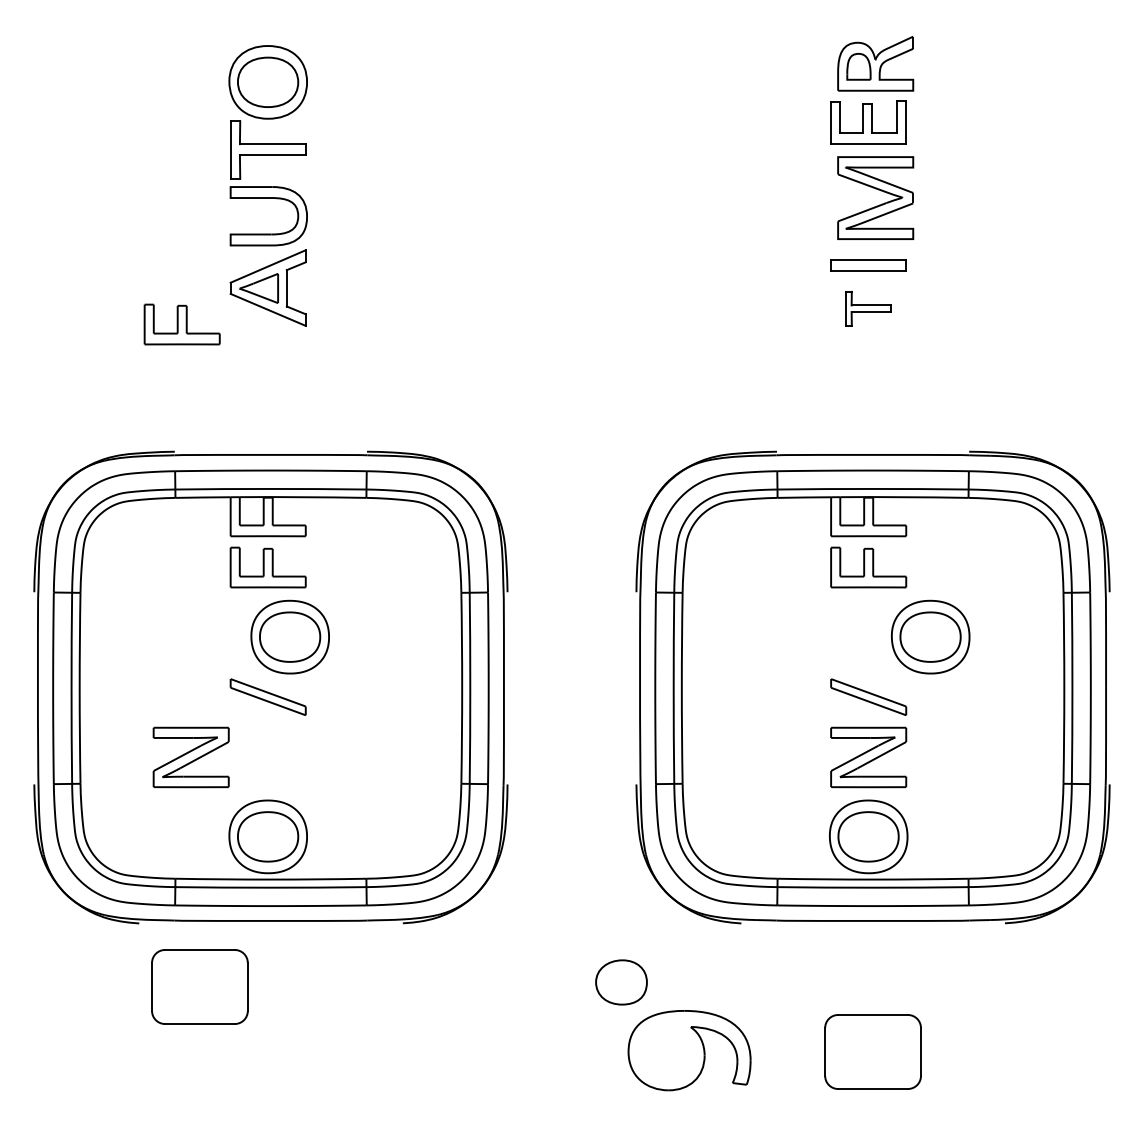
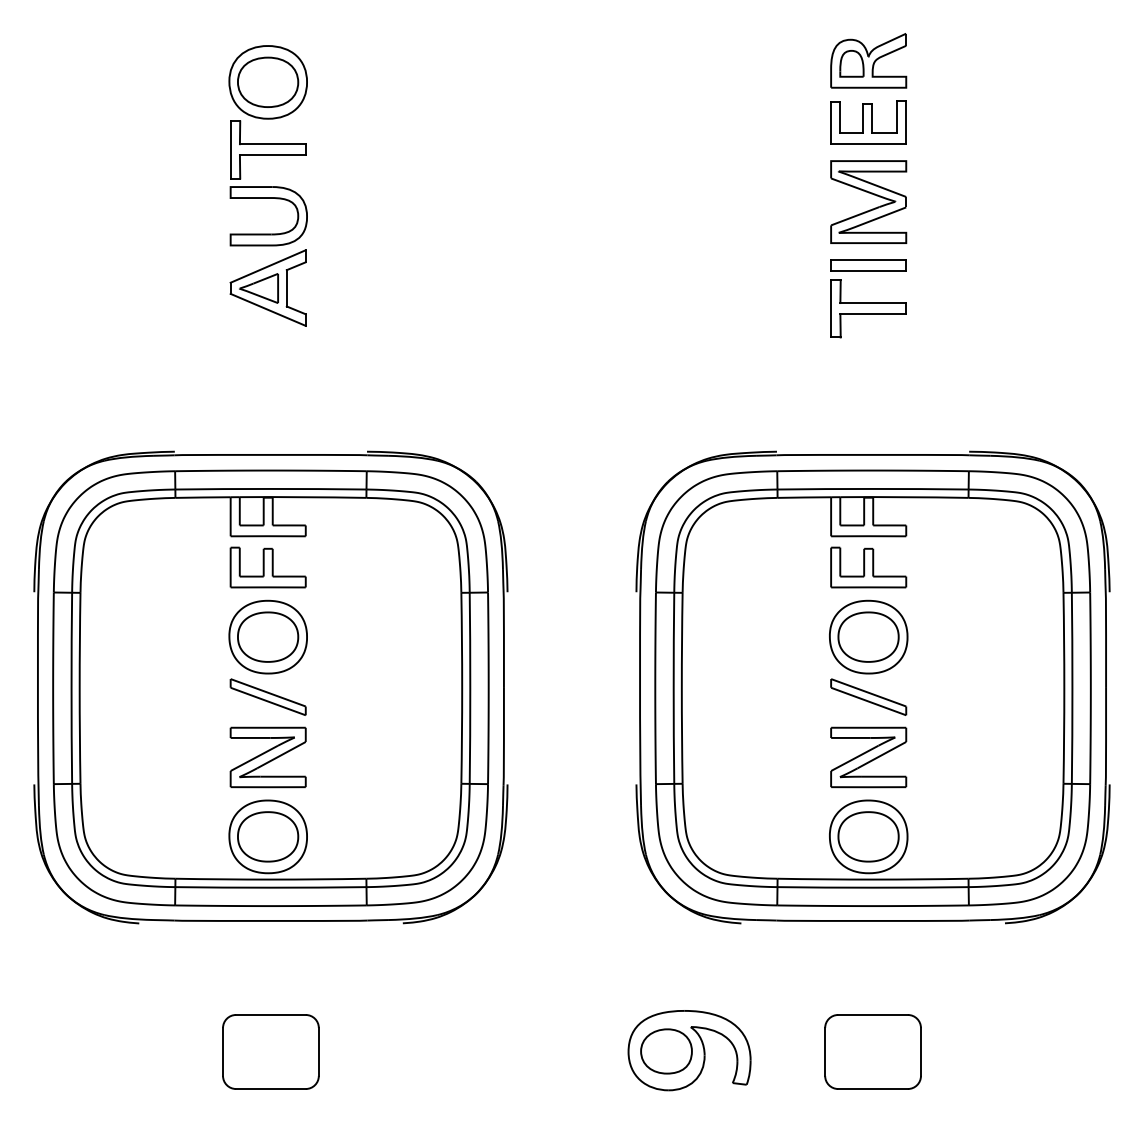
part at (875, 63) position: (875, 63) -> (868, 60)
part at (878, 190) position: (878, 190) -> (871, 194)
part at (868, 308) size: 47x37 px -> 77x60 px
part at (181, 324): present -> none
part at (289, 636) position: (289, 636) -> (267, 636)
part at (930, 636) position: (930, 636) -> (868, 636)
part at (190, 757) position: (190, 757) -> (267, 757)
part at (621, 982) position: (621, 982) -> (666, 1051)
part at (199, 986) position: (199, 986) -> (270, 1051)
